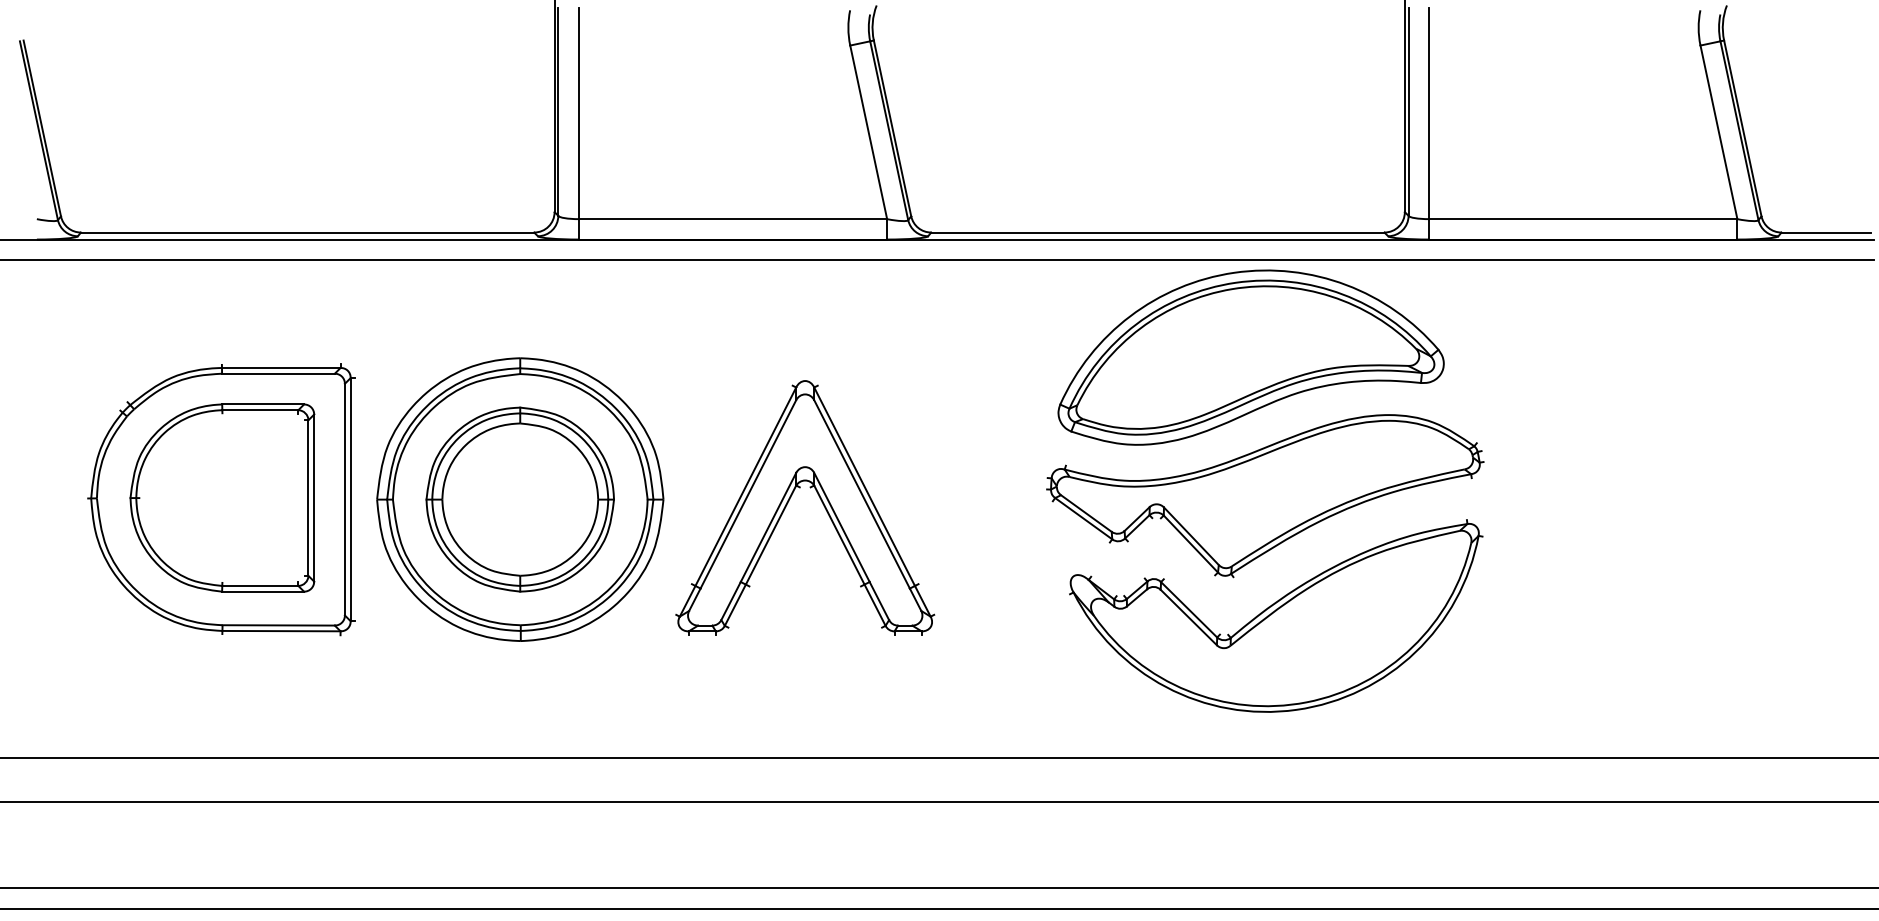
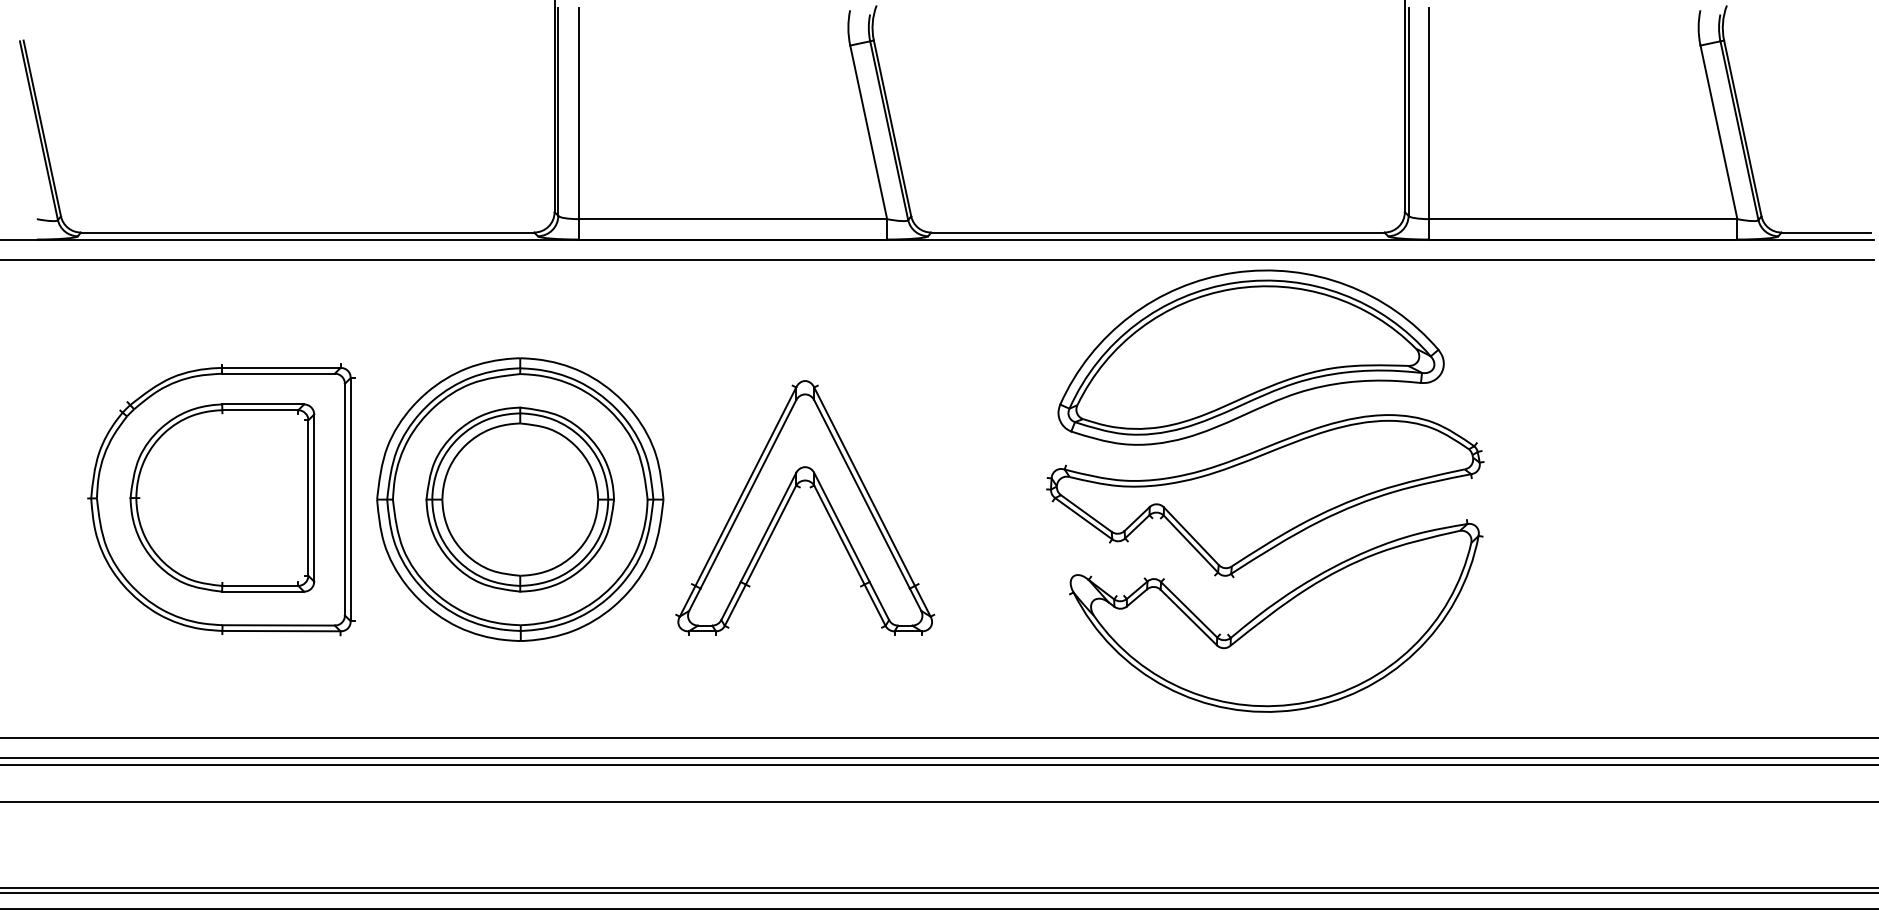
line at (938, 737): none -> present
line at (938, 765): none -> present
line at (938, 893): none -> present
